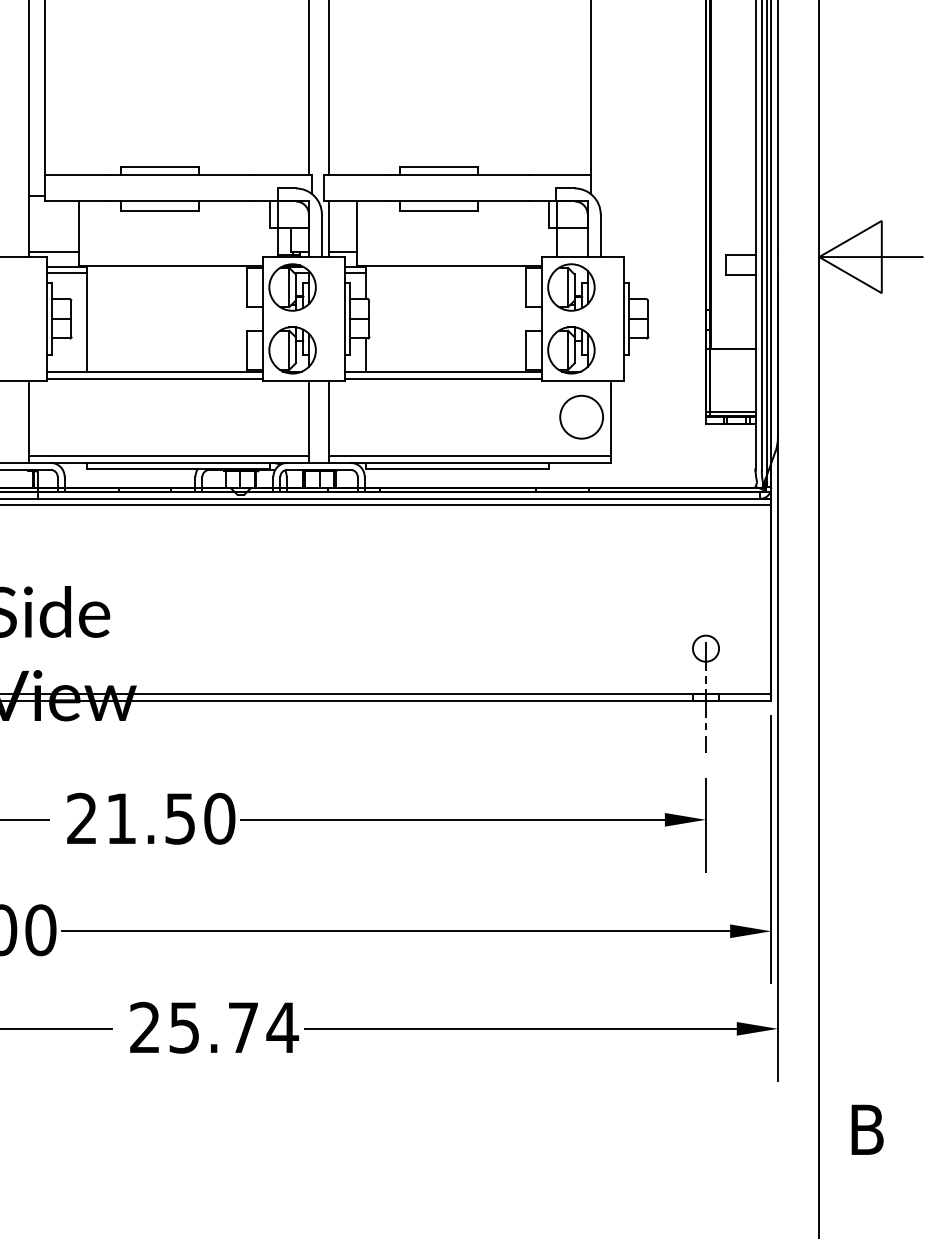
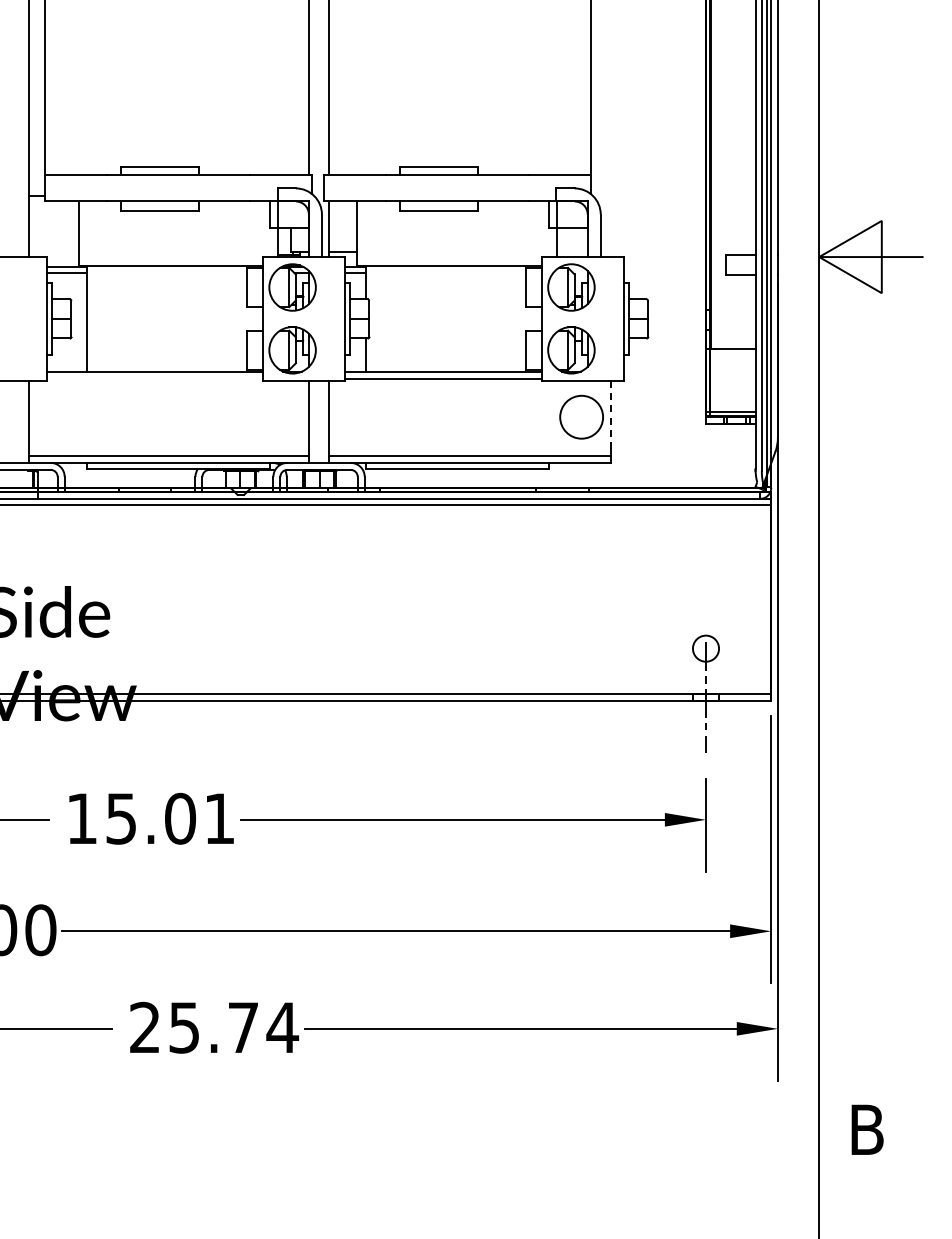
line at (53, 252): present -> none
line at (154, 378): present -> none
line at (610, 417): solid -> dashed
text at (151, 818): 21.50 -> 15.01
